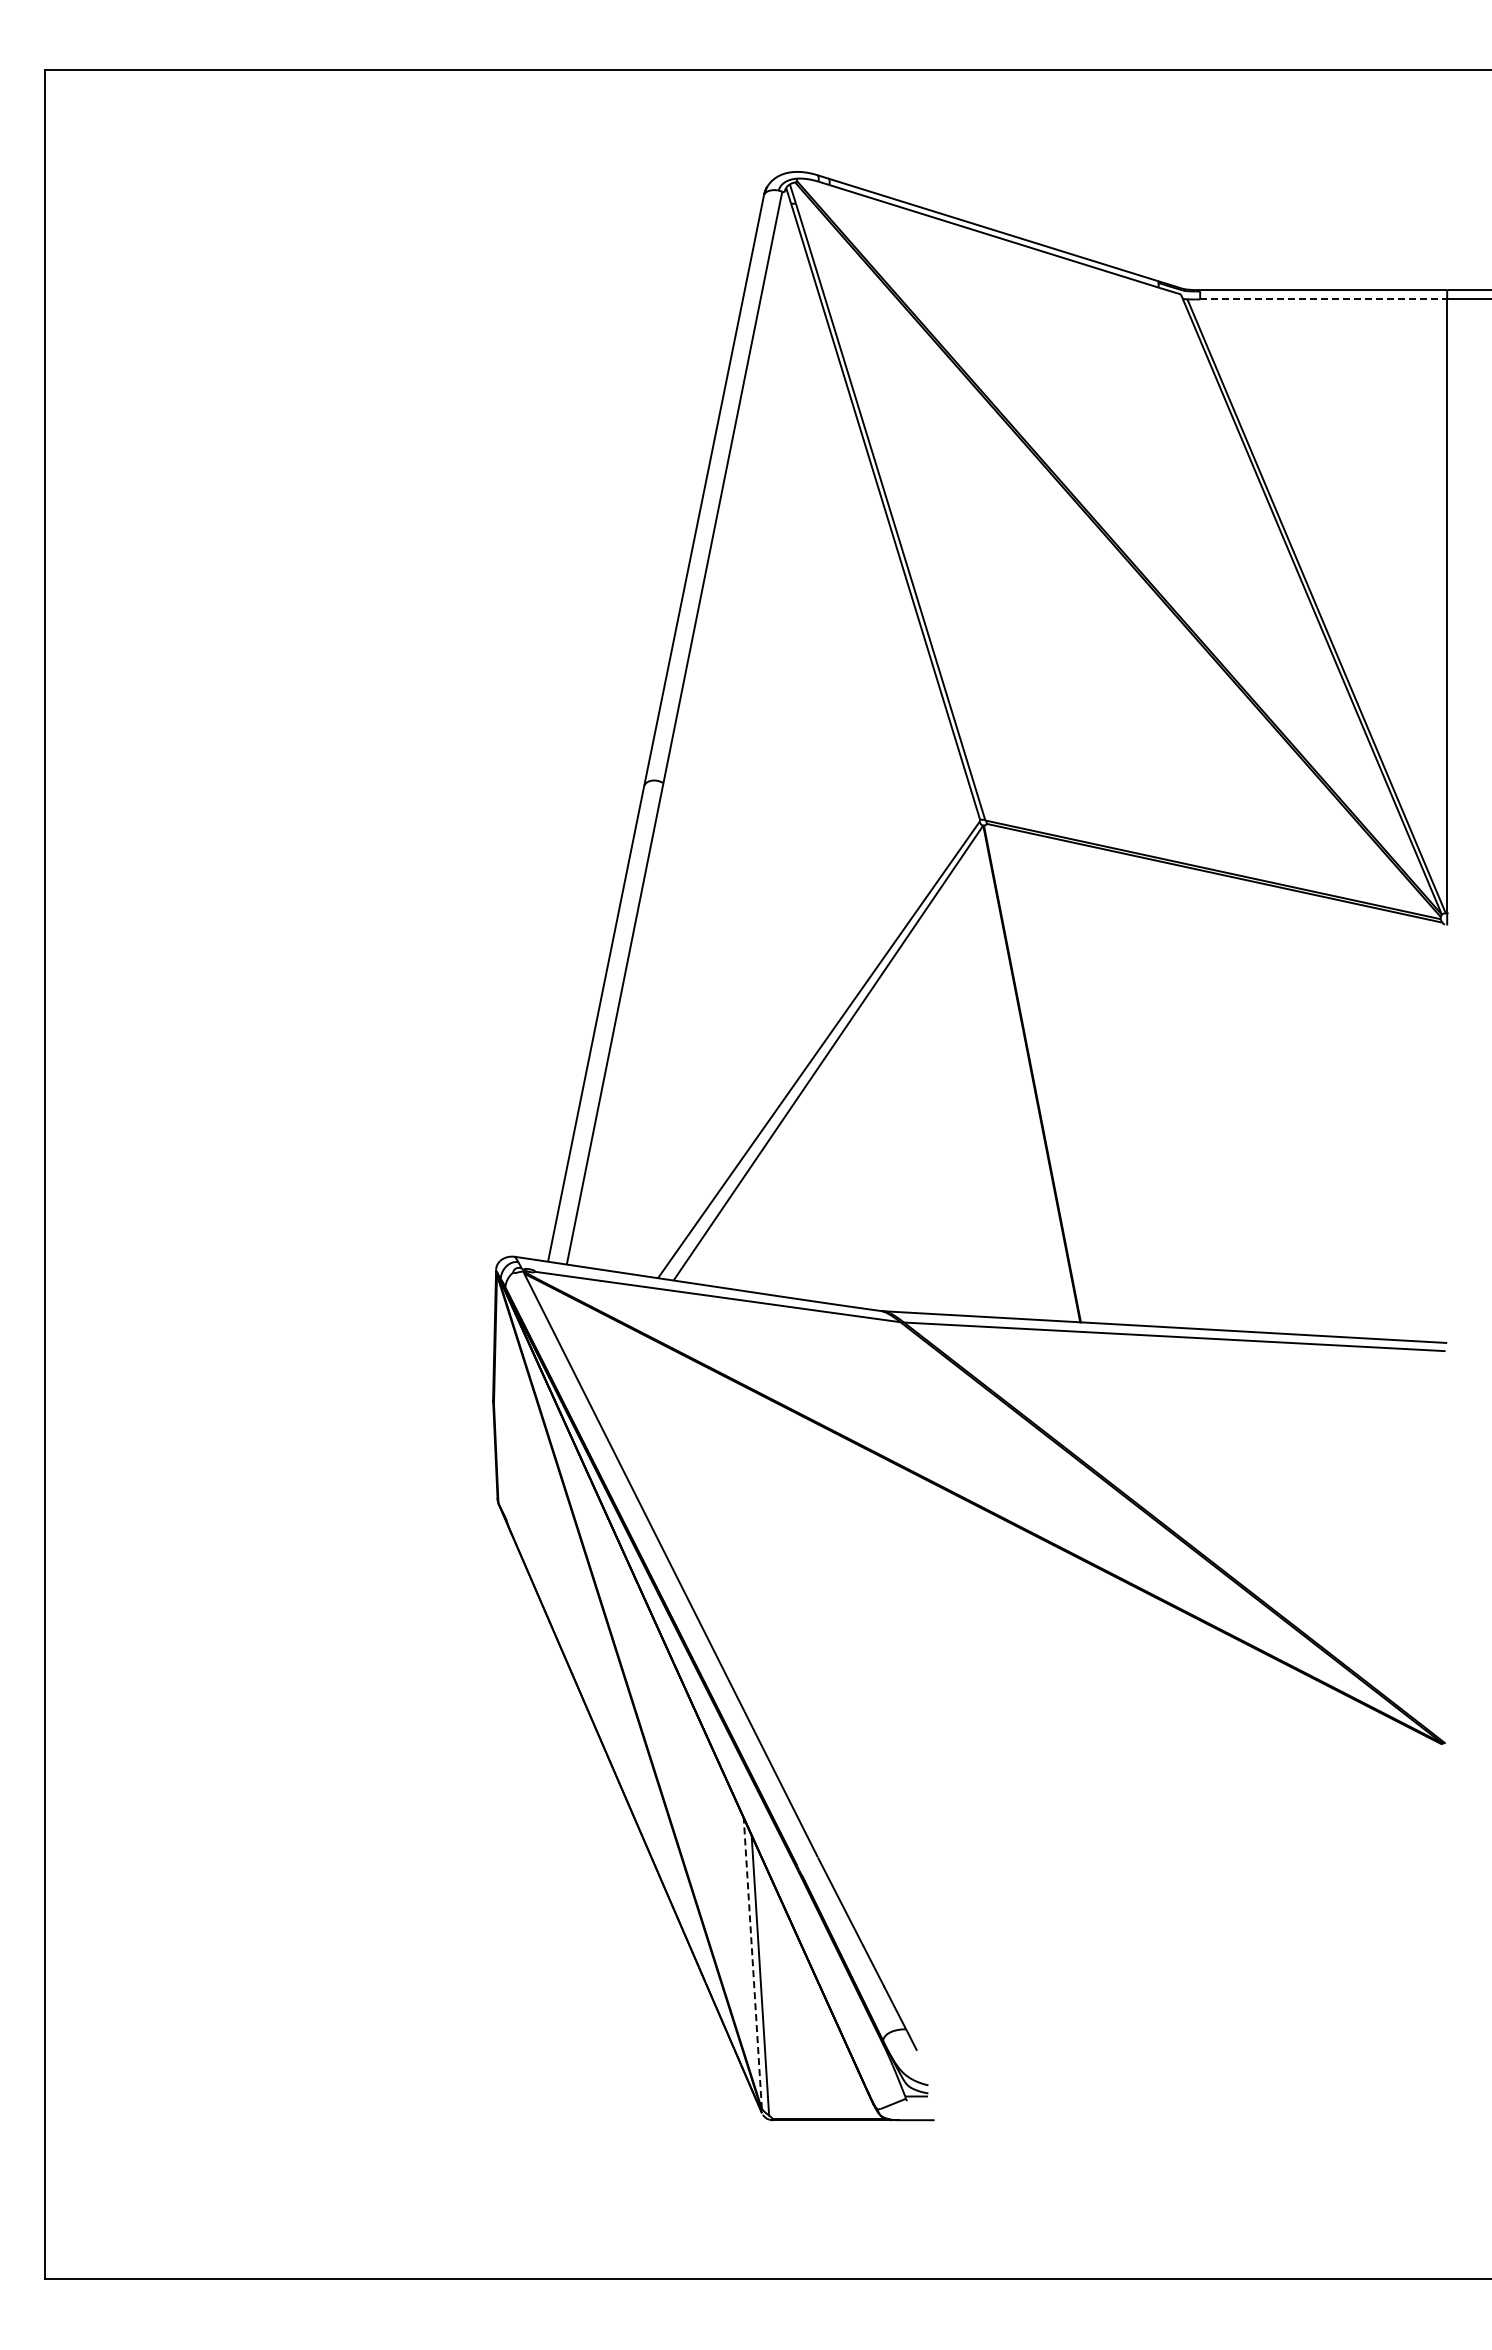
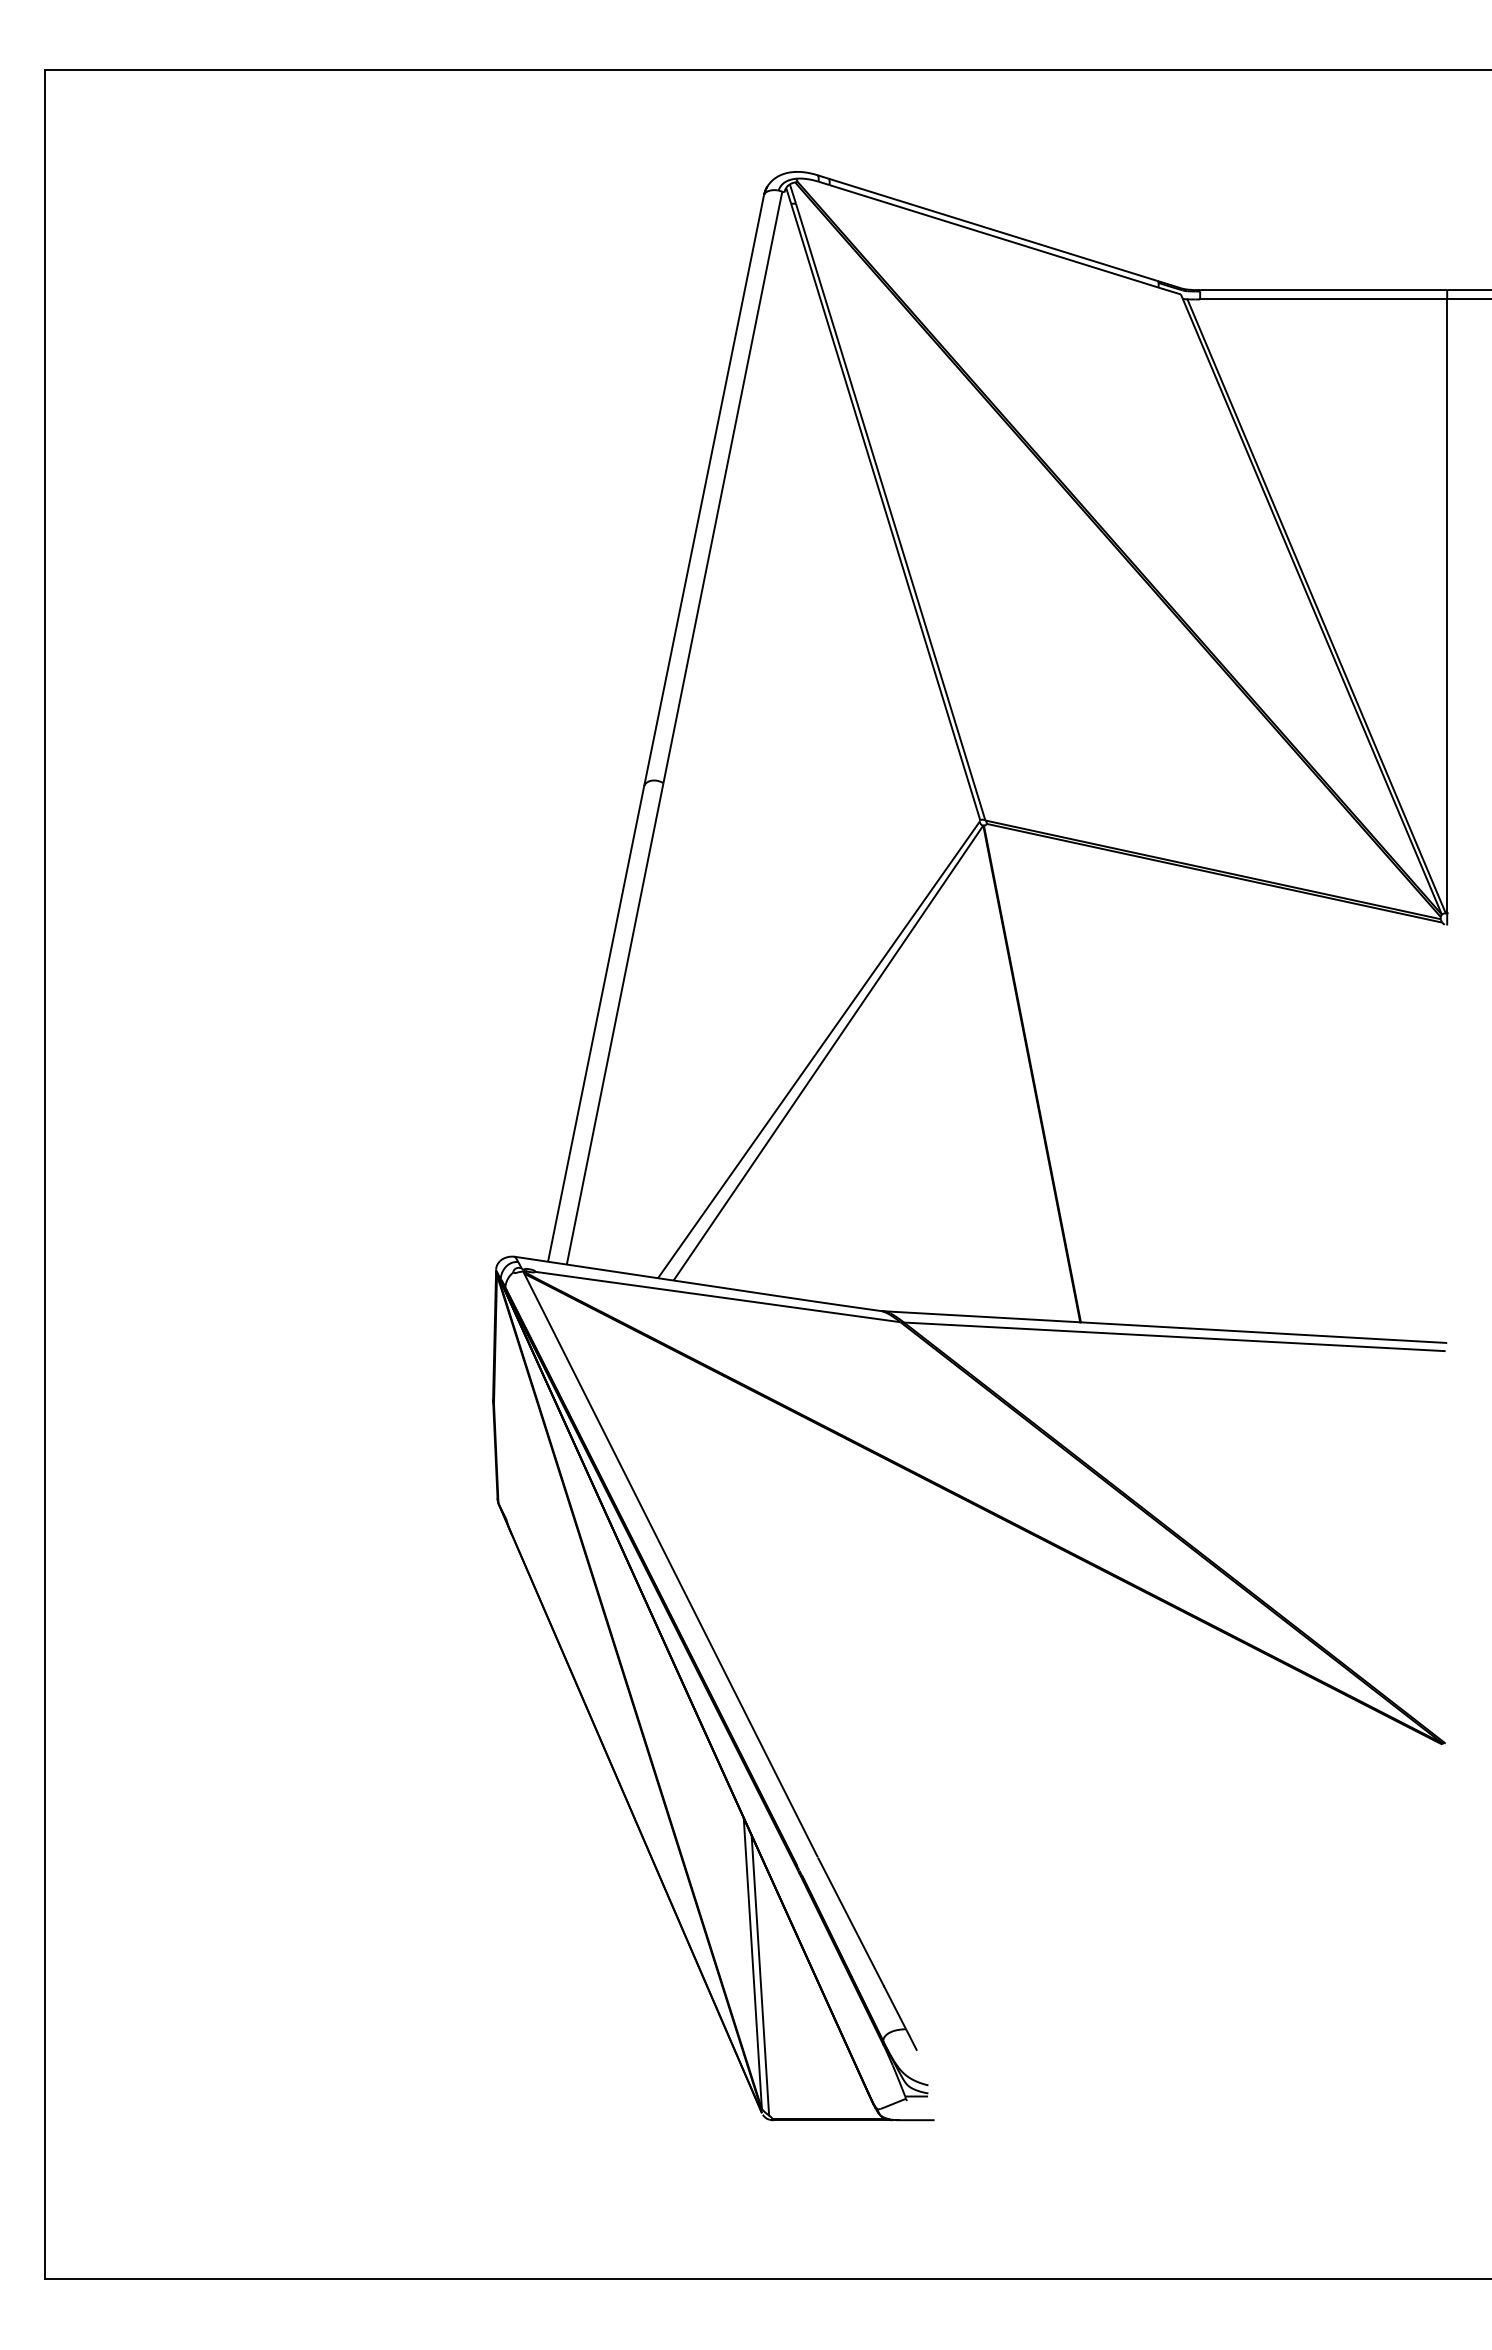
line at (1323, 299): dashed -> solid
line at (752, 1963): dashed -> solid
